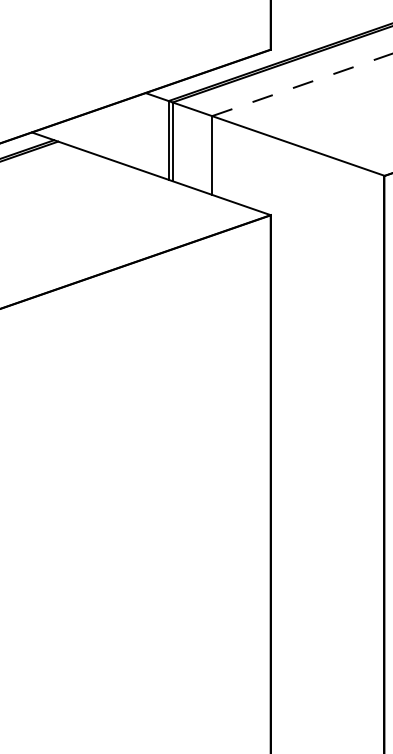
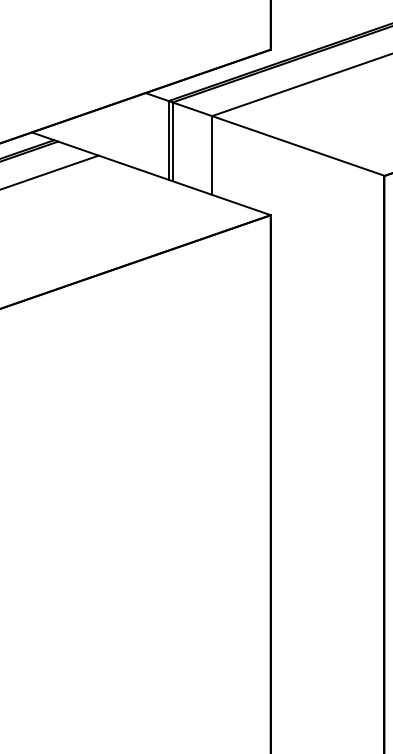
line at (302, 84): dashed -> solid
line at (50, 172): none -> present
